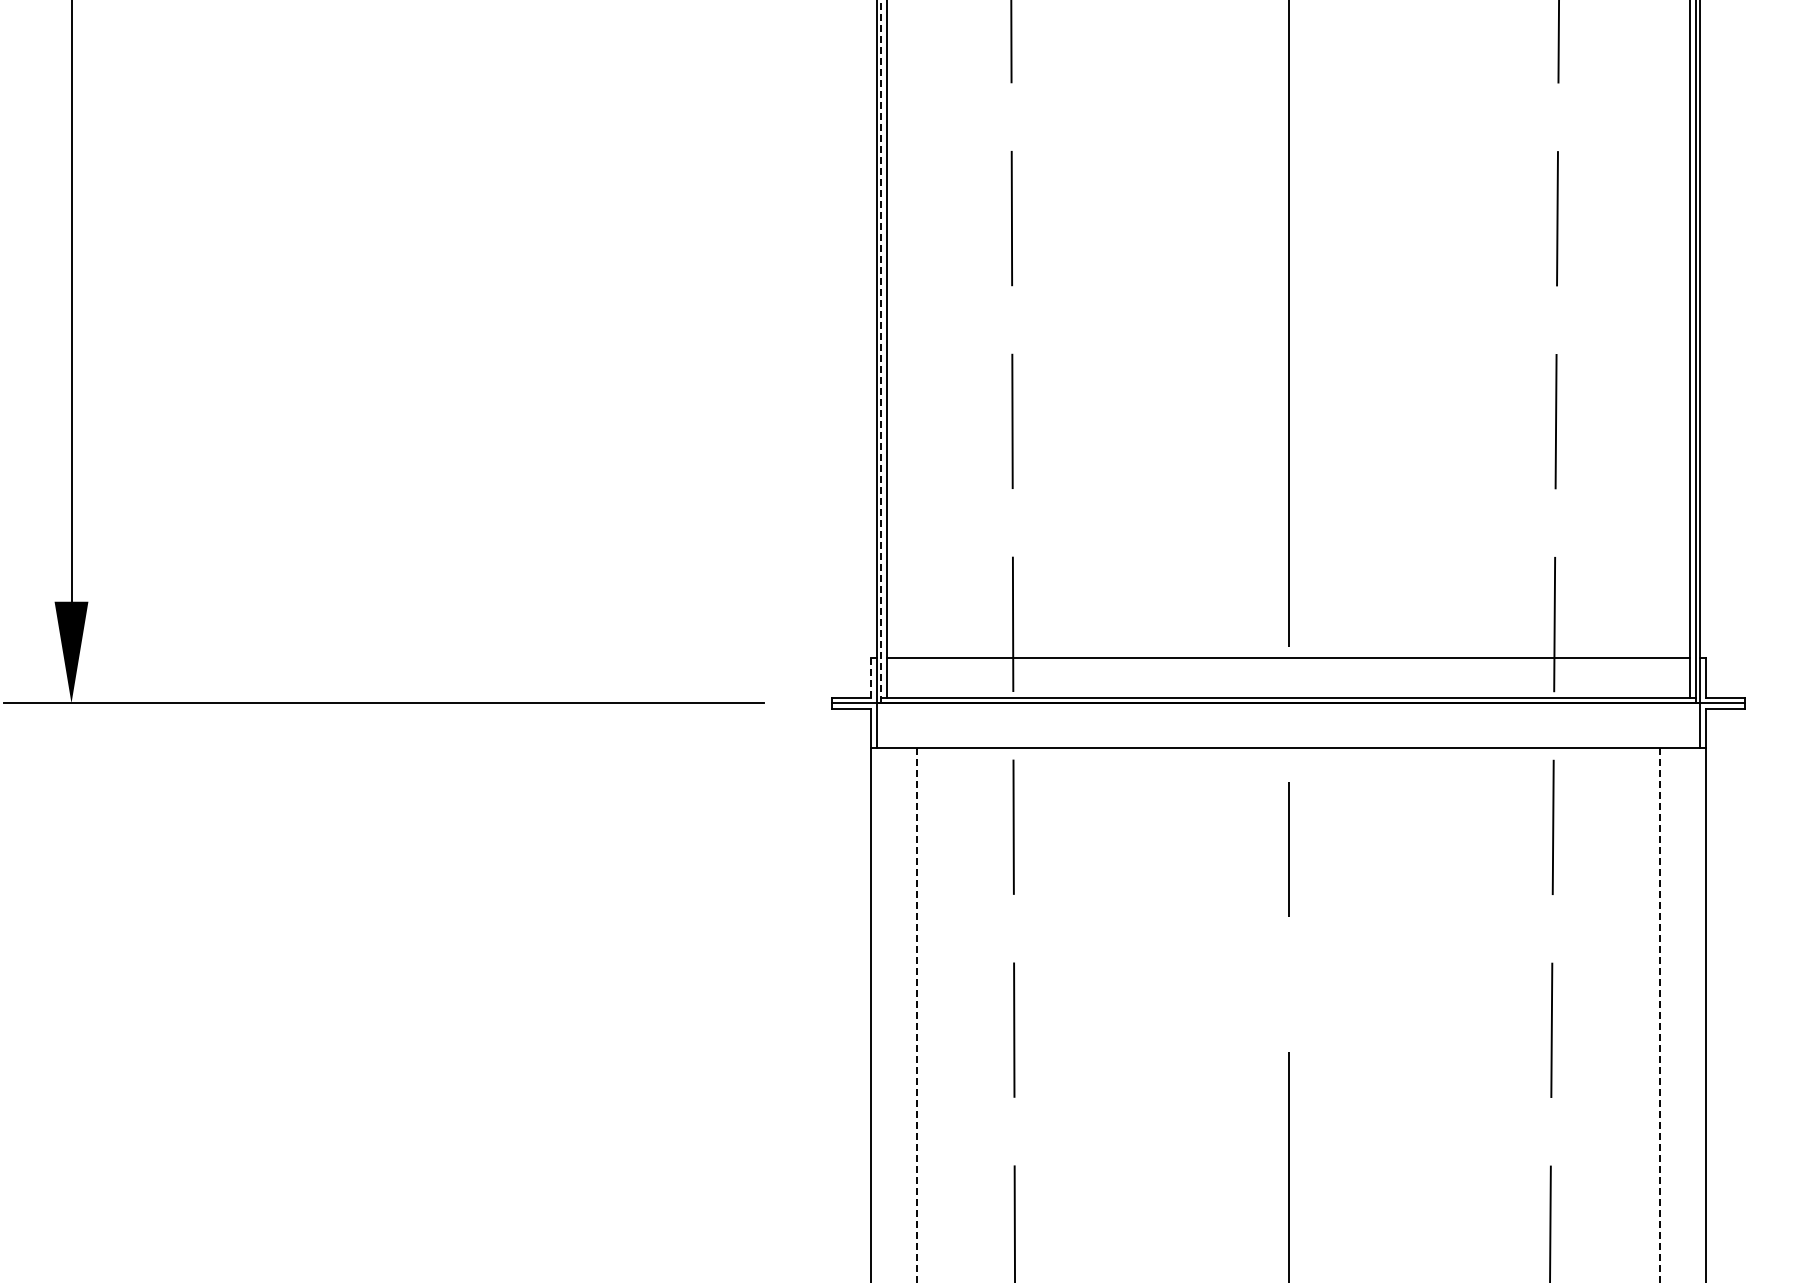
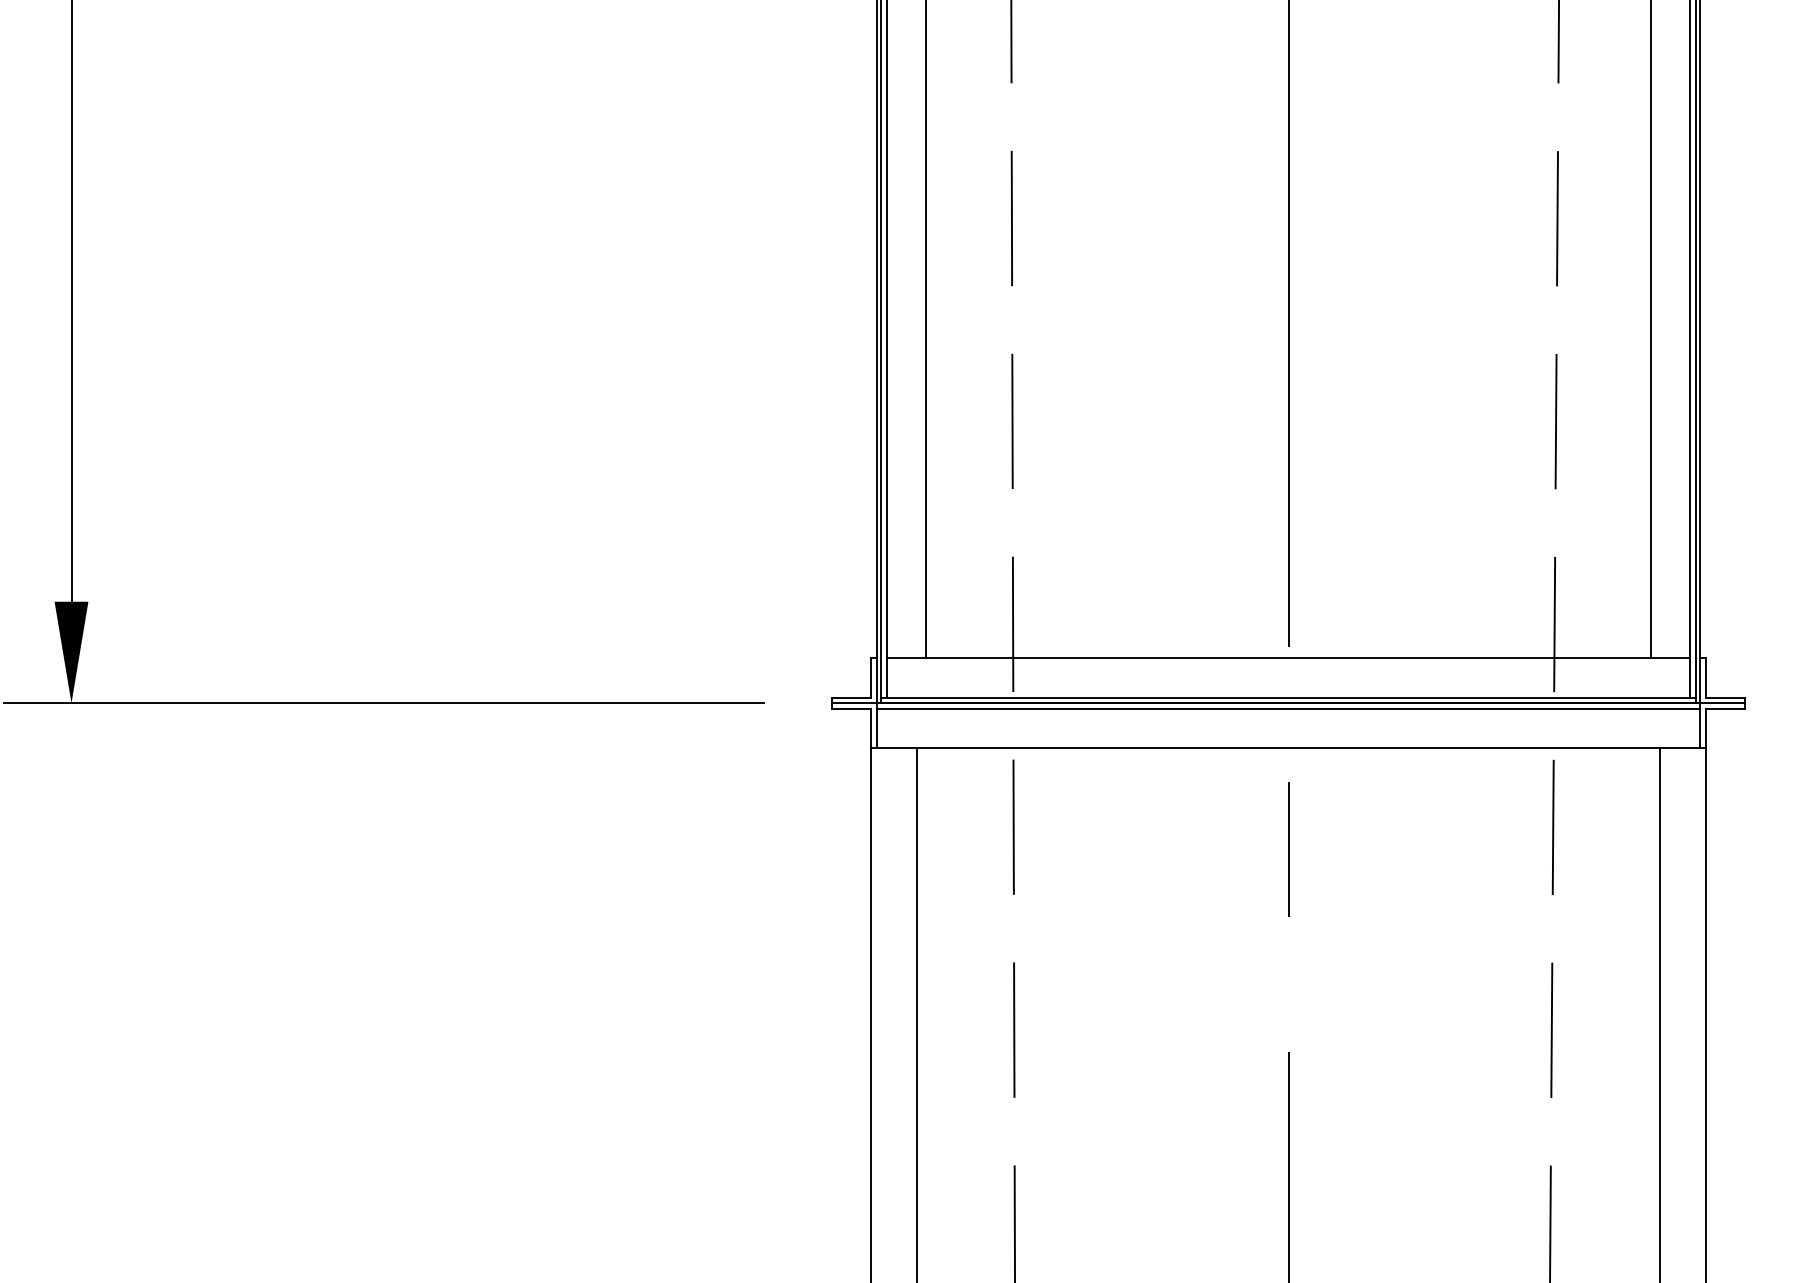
line at (926, 330): none -> present
line at (1650, 330): none -> present
line at (881, 351): dashed -> solid
line at (871, 677): dashed -> solid
line at (1288, 708): none -> present
line at (916, 1015): dashed -> solid
line at (1660, 1015): dashed -> solid
